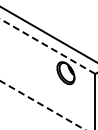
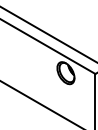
line at (47, 46): dashed -> solid
line at (42, 105): dashed -> solid
